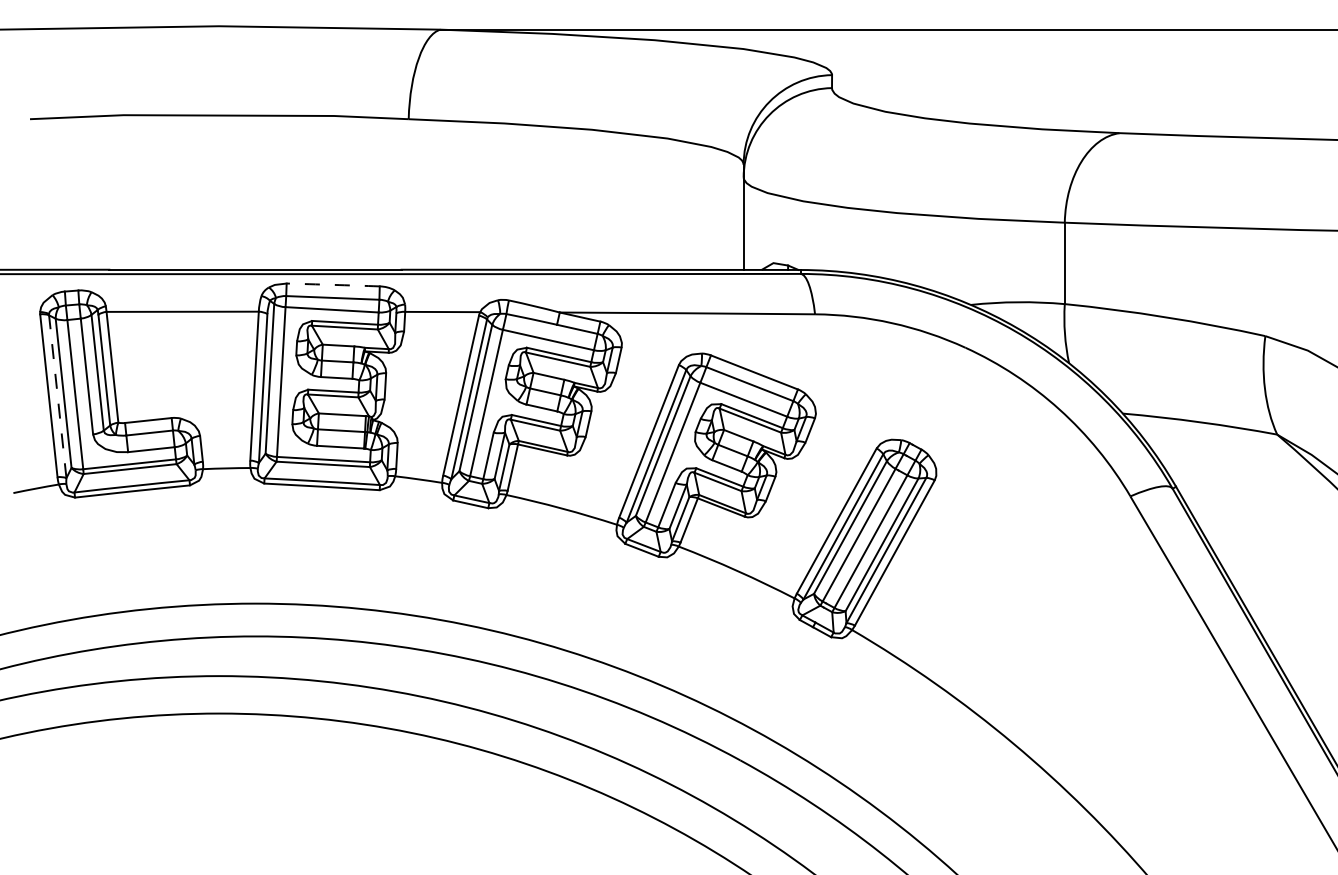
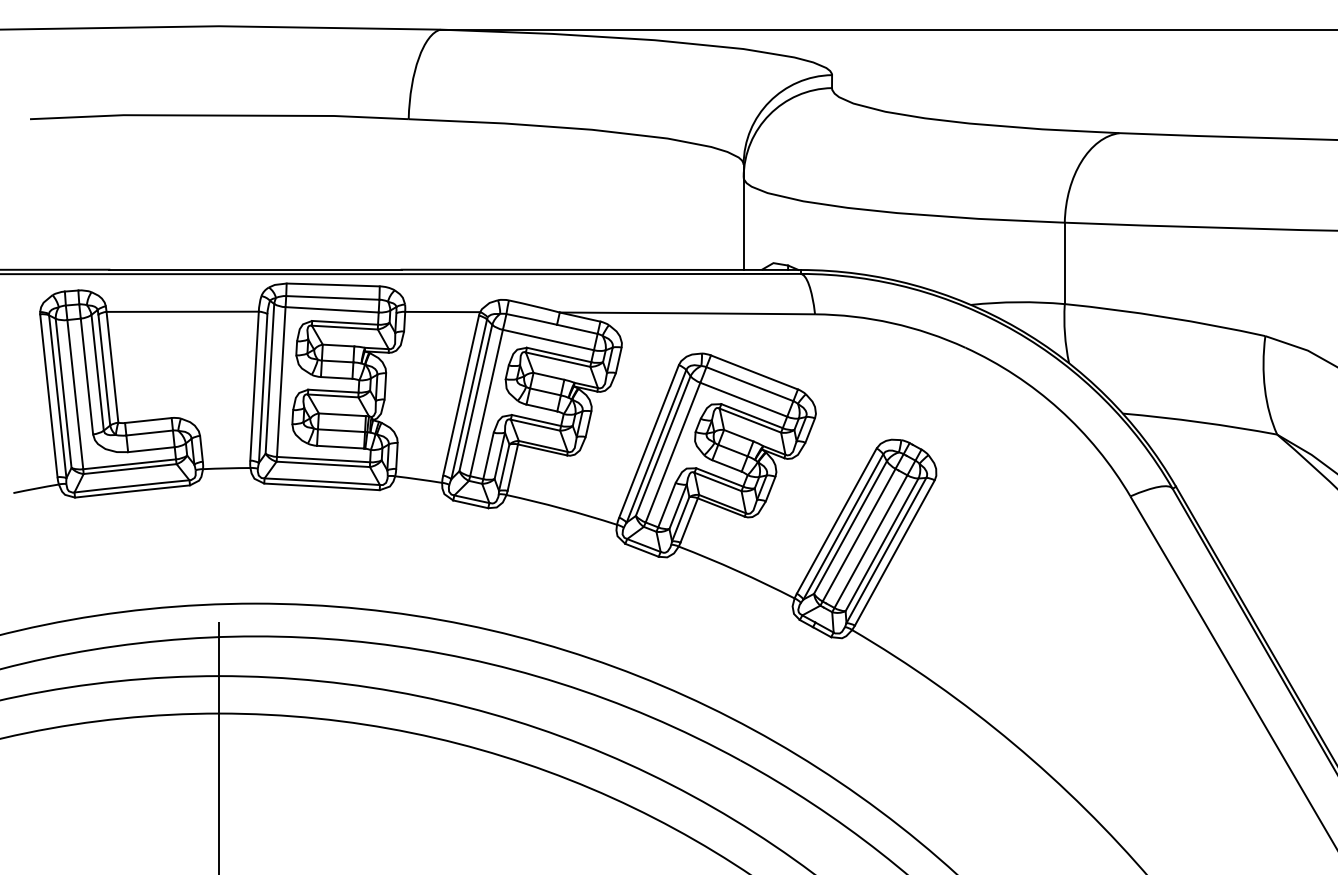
arc at (333, 284): dashed -> solid
line at (57, 396): dashed -> solid
line at (219, 746): none -> present
